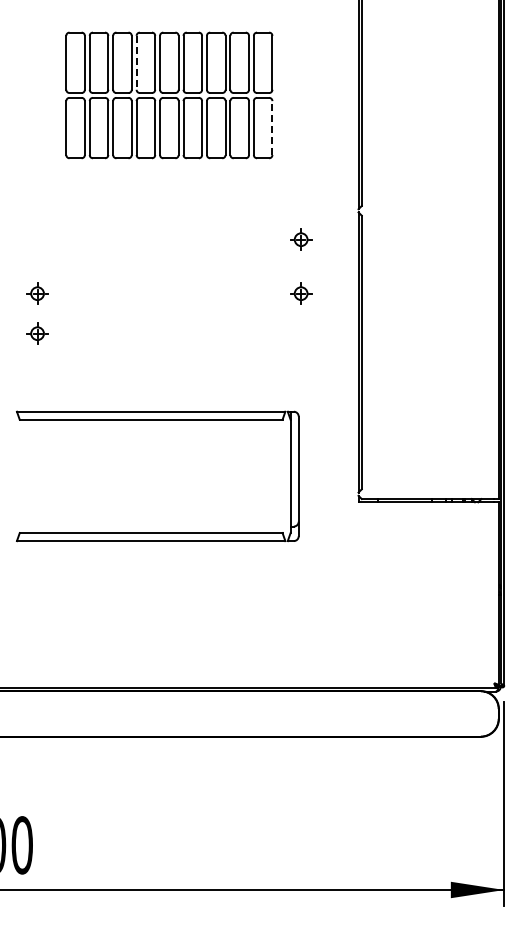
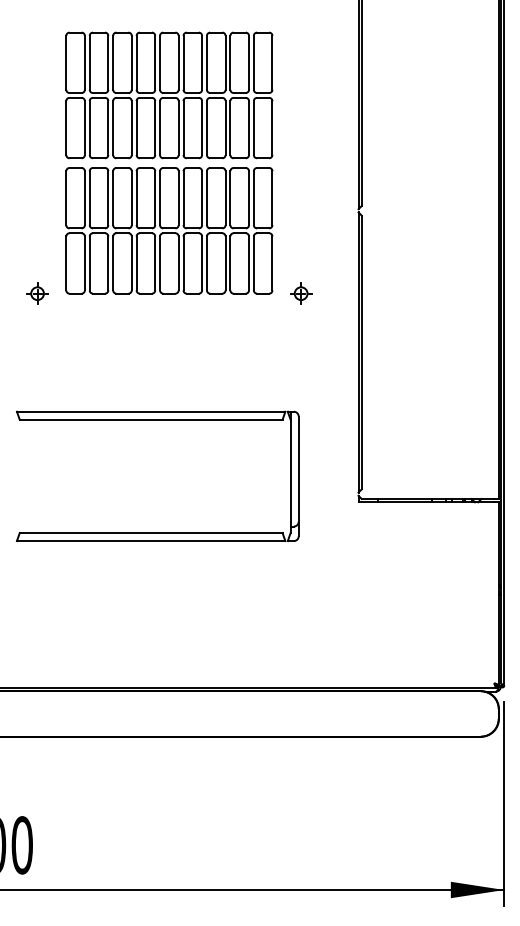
line at (136, 62): dashed -> solid
line at (272, 128): dashed -> solid
part at (169, 230): none -> present
part at (301, 239): present -> none
part at (37, 333): present -> none
